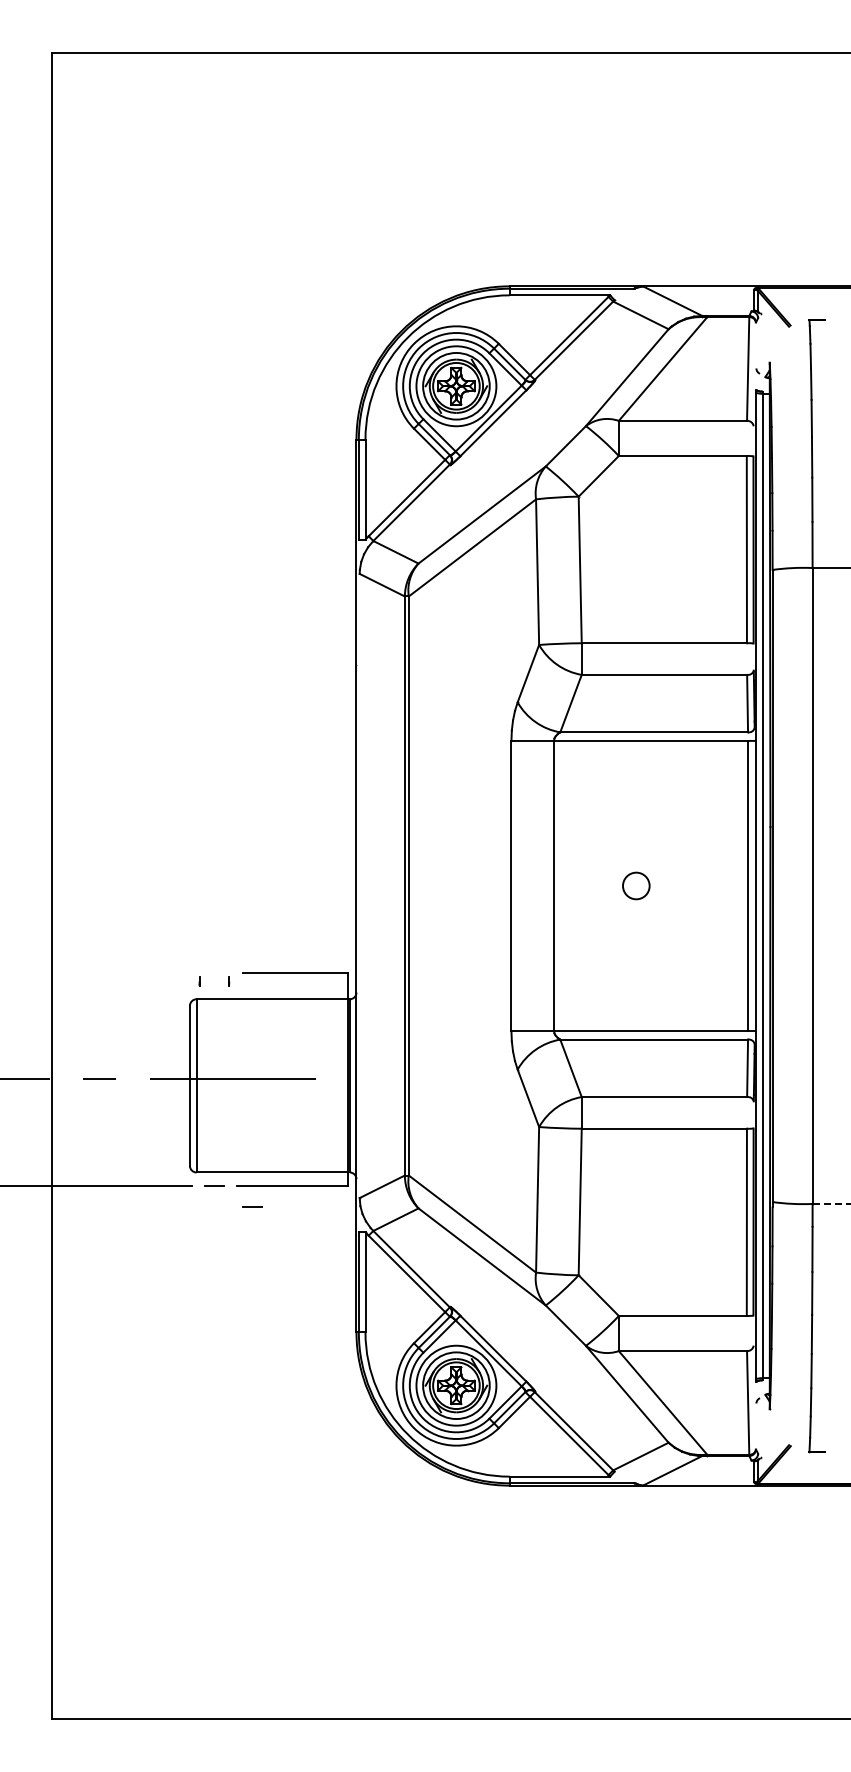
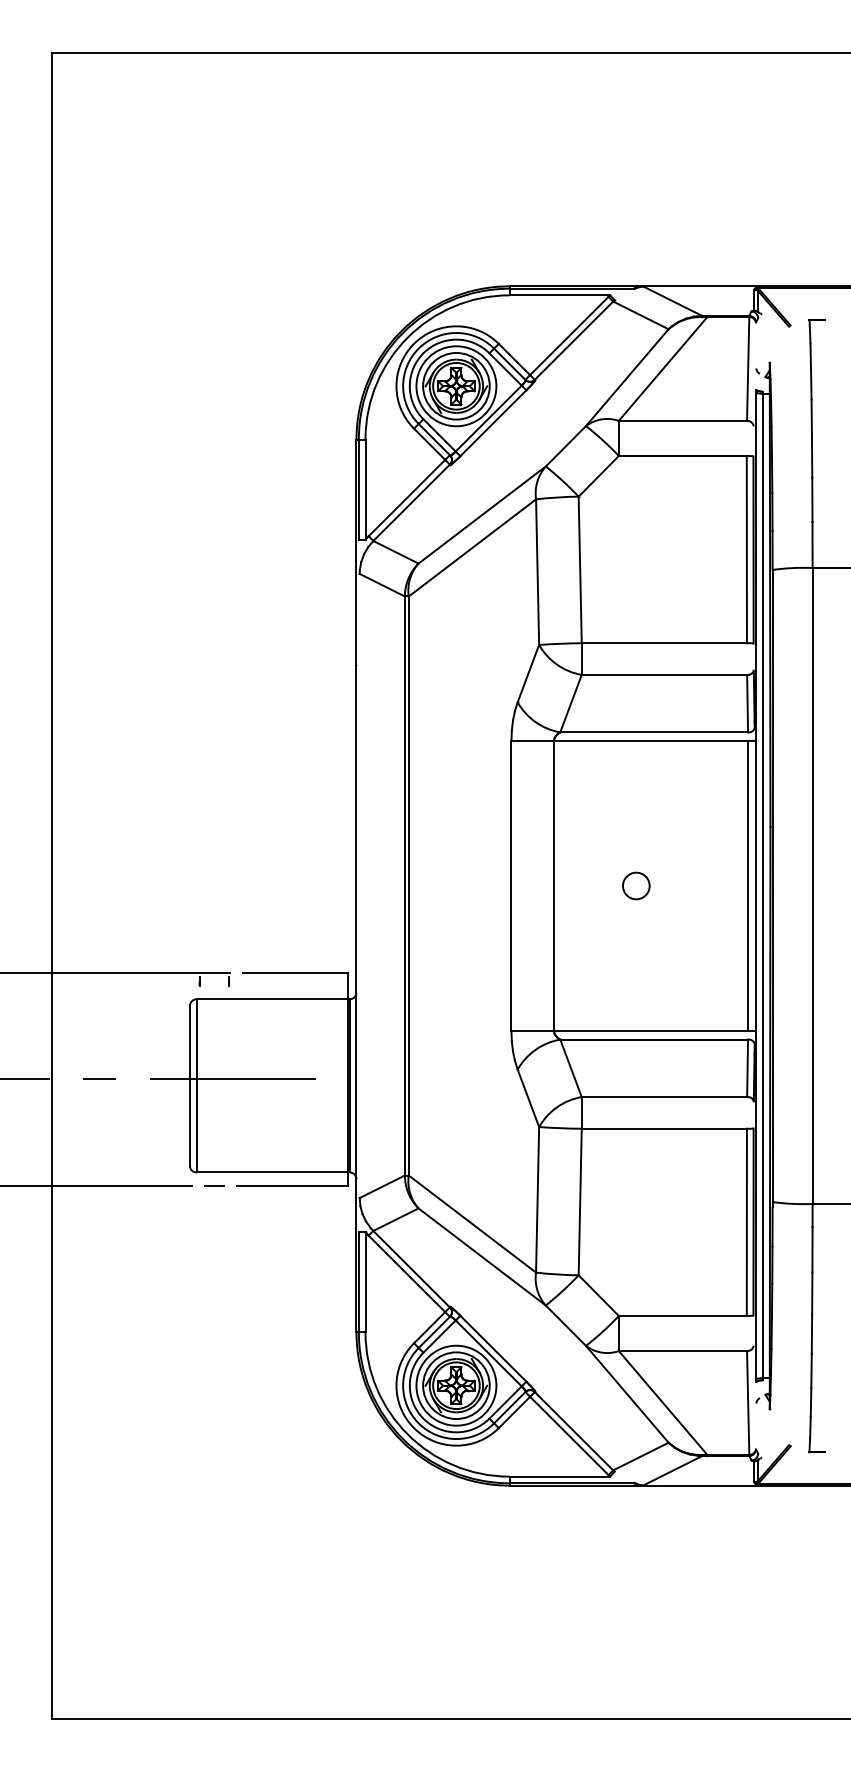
line at (115, 972): none -> present
line at (831, 1203): dashed -> solid
line at (252, 1206): present -> none
